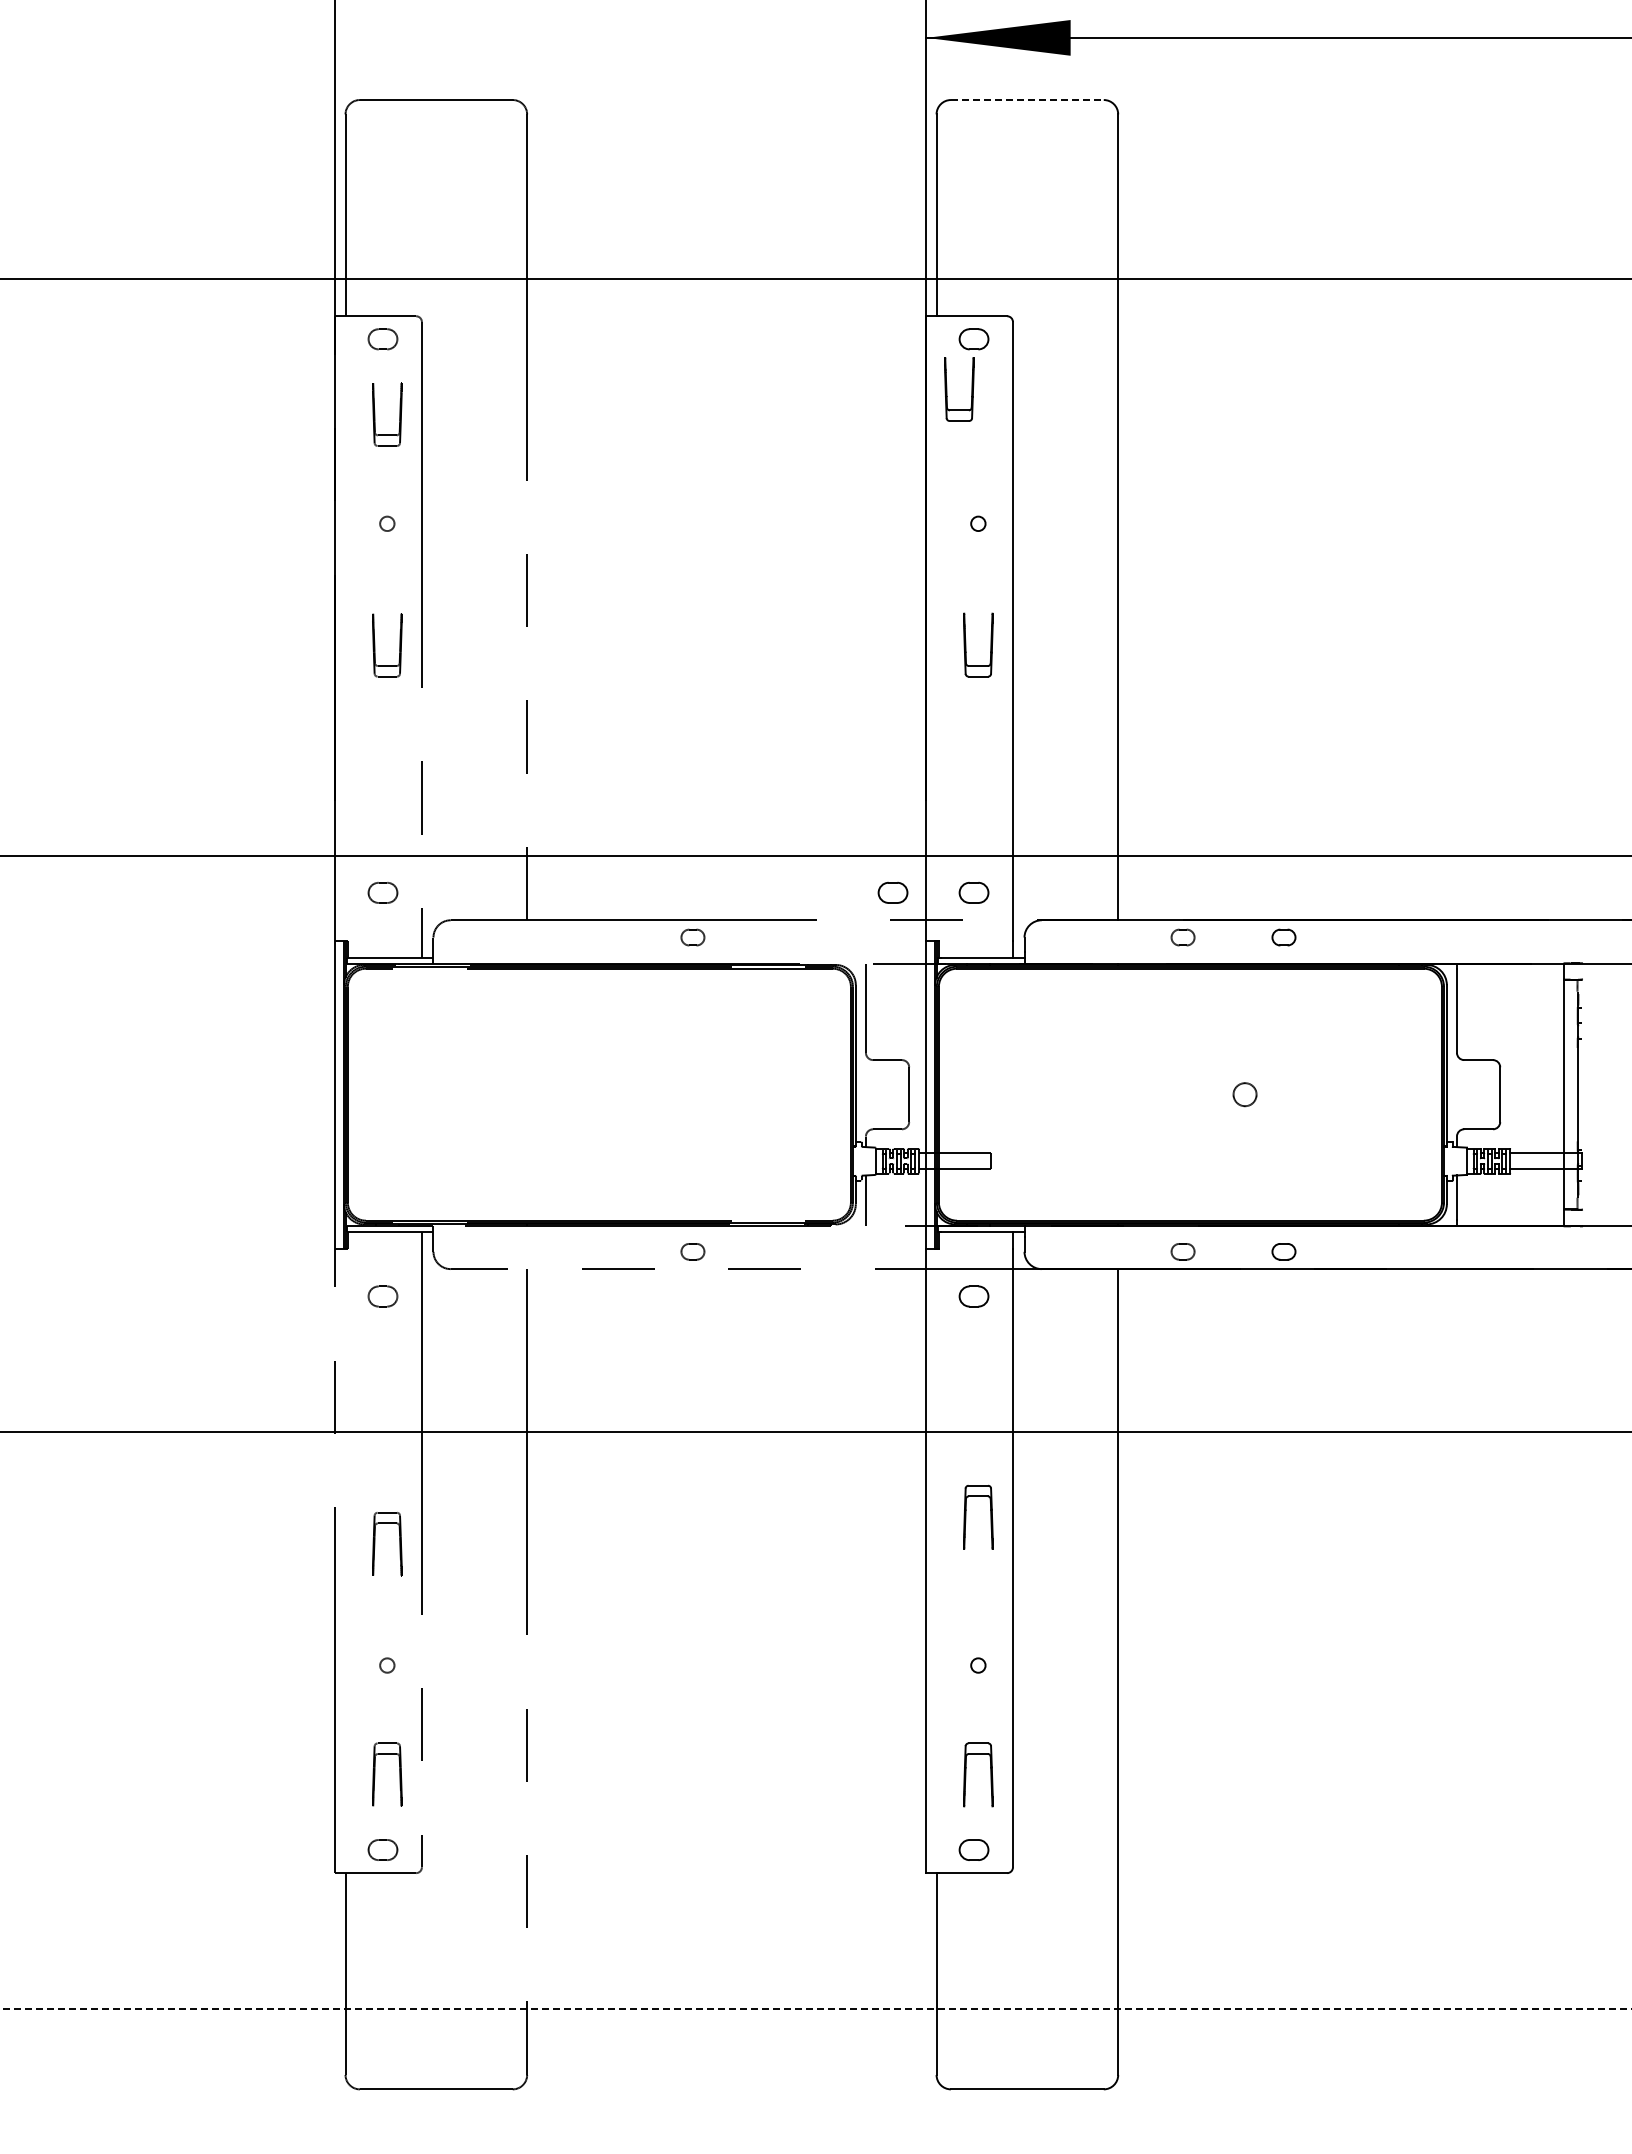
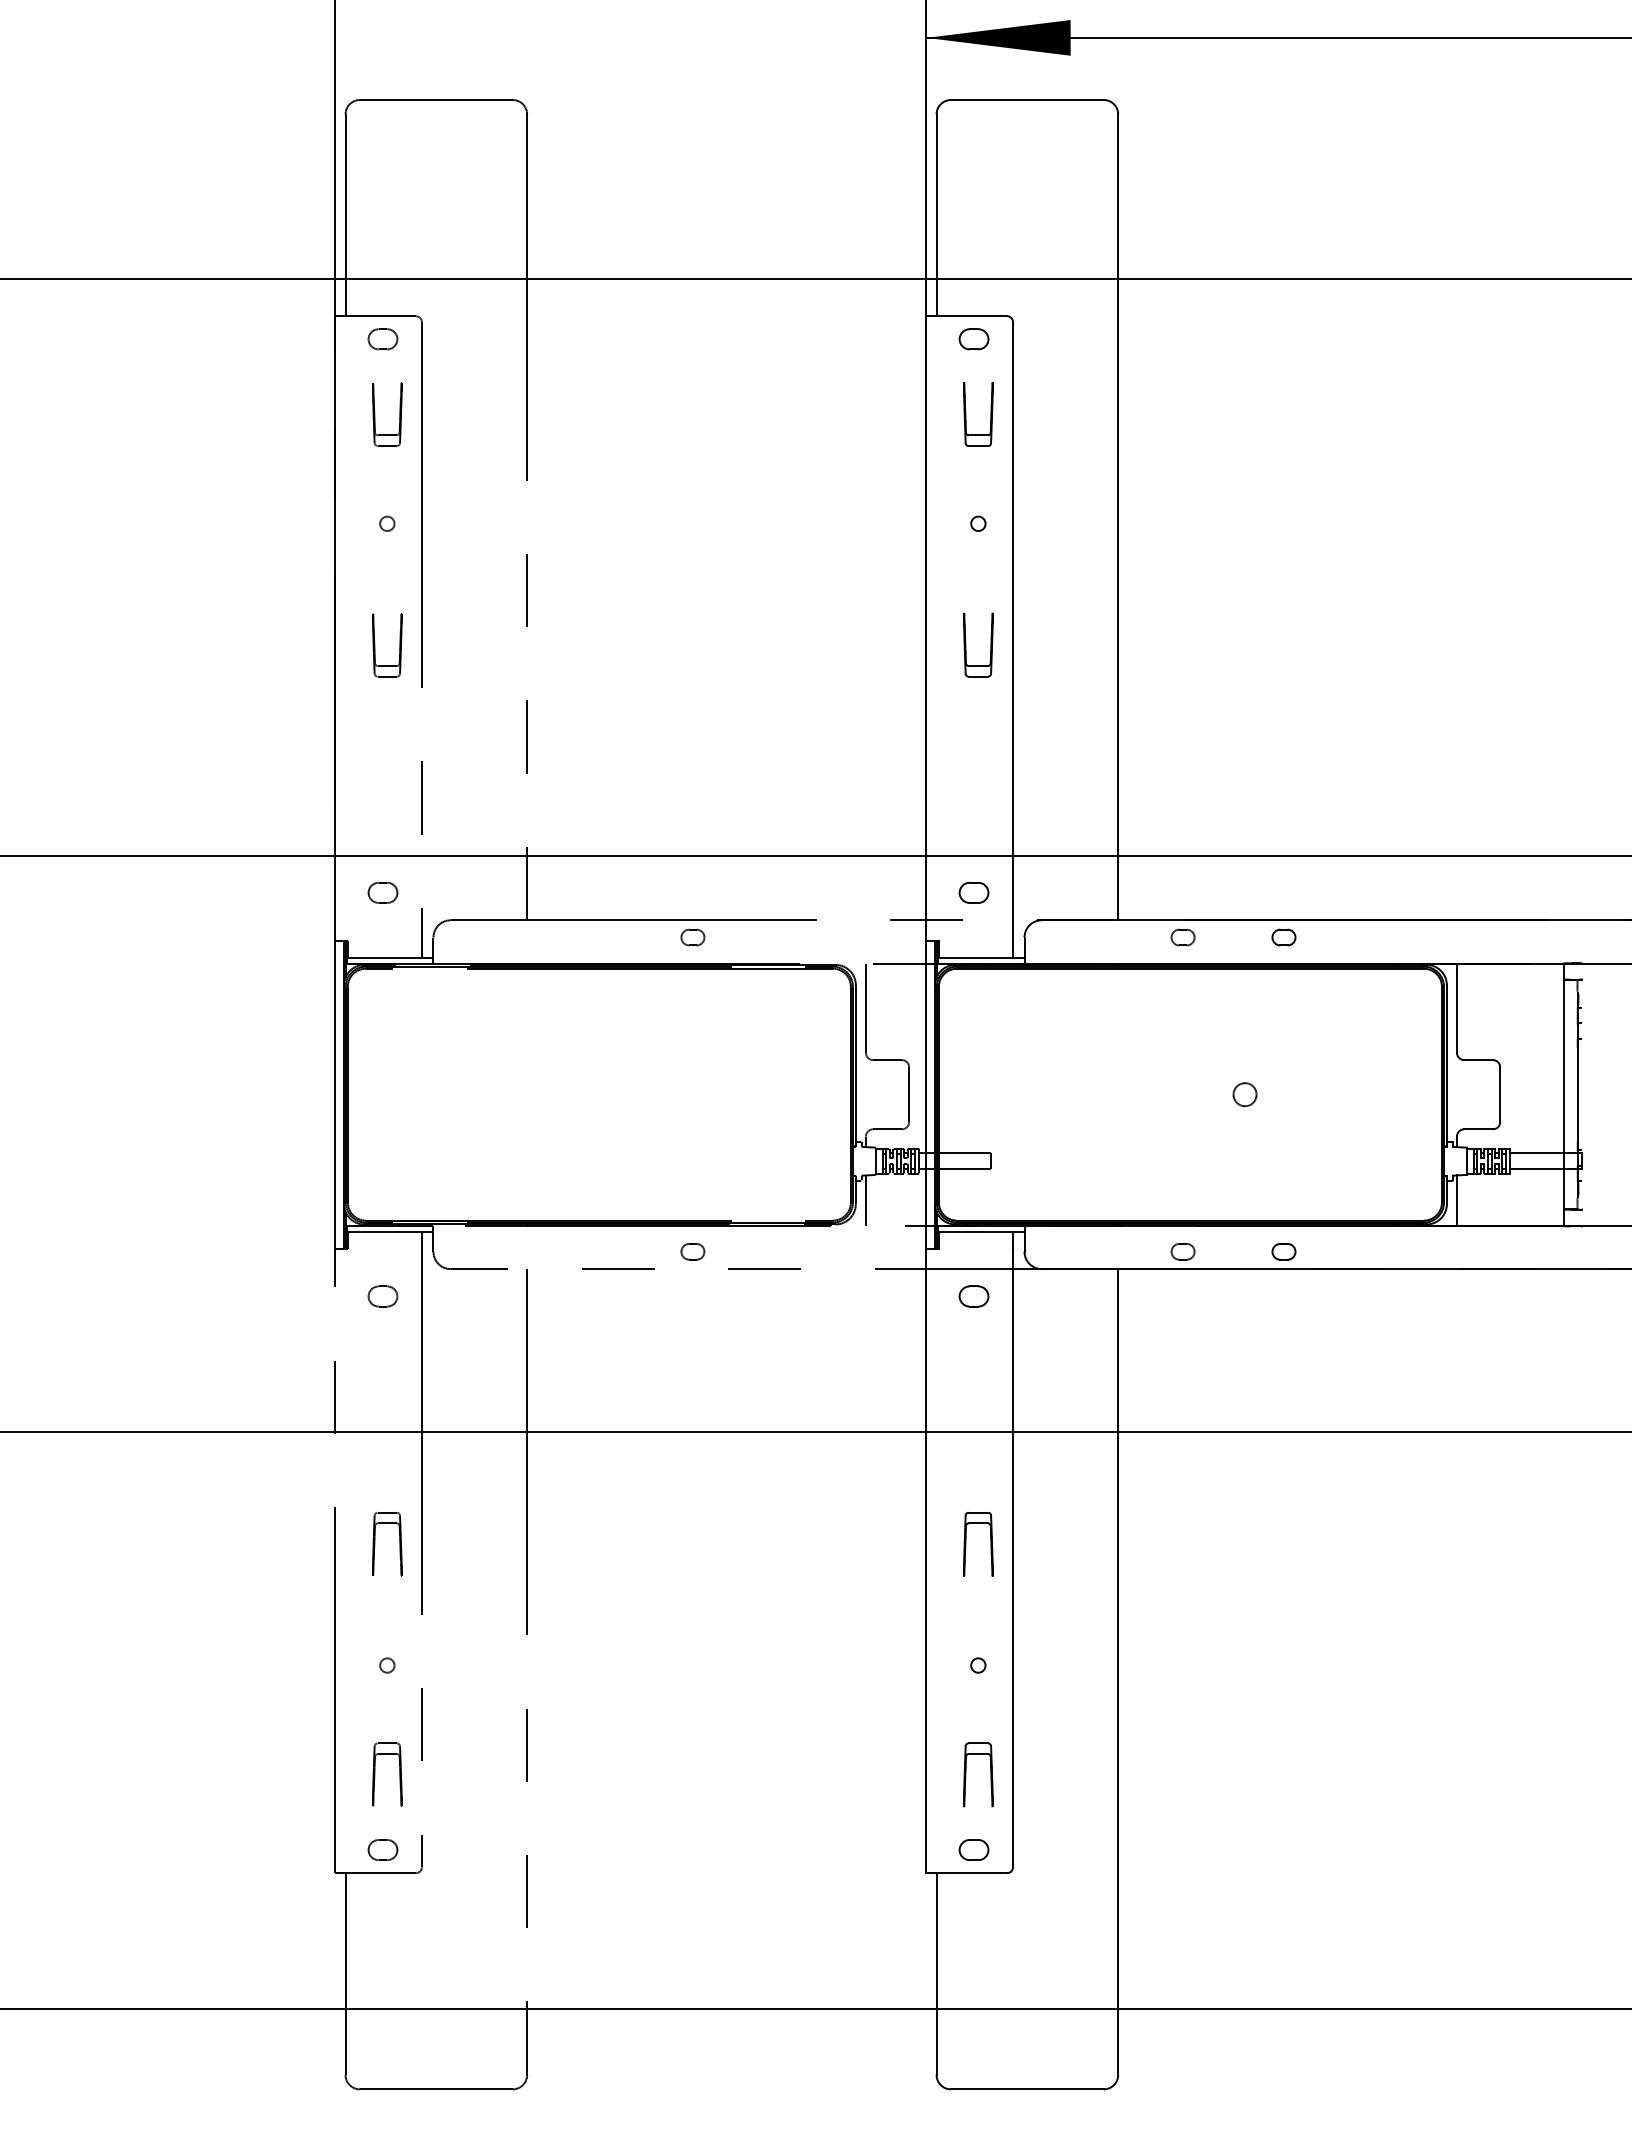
line at (1027, 100): dashed -> solid
part at (947, 389) position: (947, 389) -> (966, 414)
part at (892, 892): present -> none
part at (966, 1516) position: (966, 1516) -> (966, 1543)
line at (816, 2008): dashed -> solid
